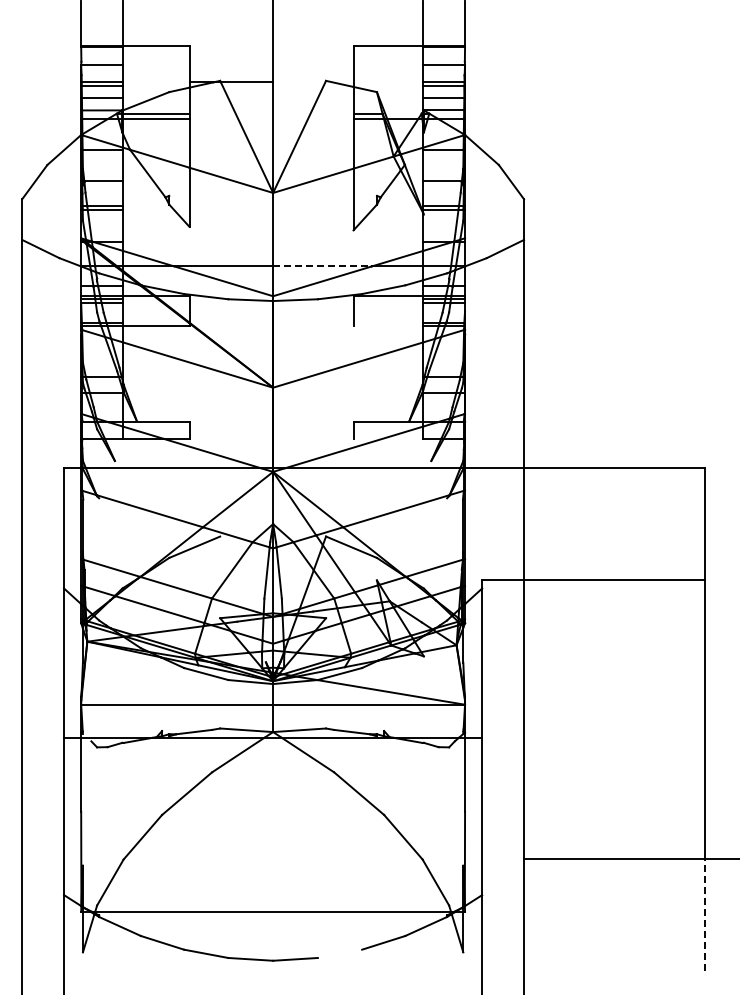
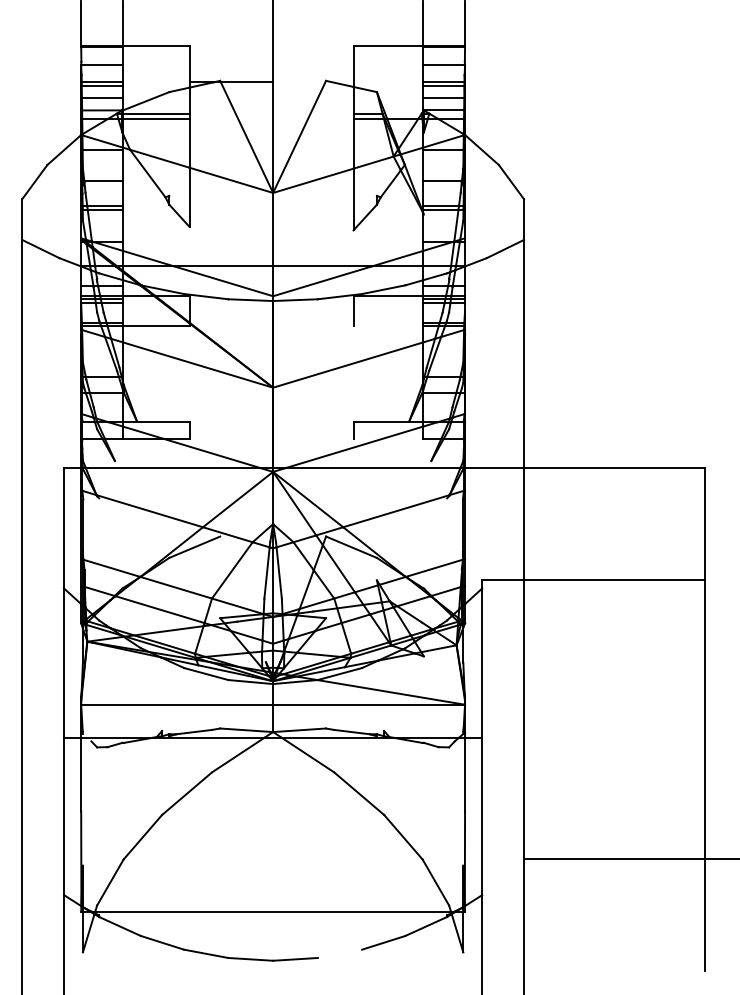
line at (322, 266): dashed -> solid
line at (705, 915): dashed -> solid
